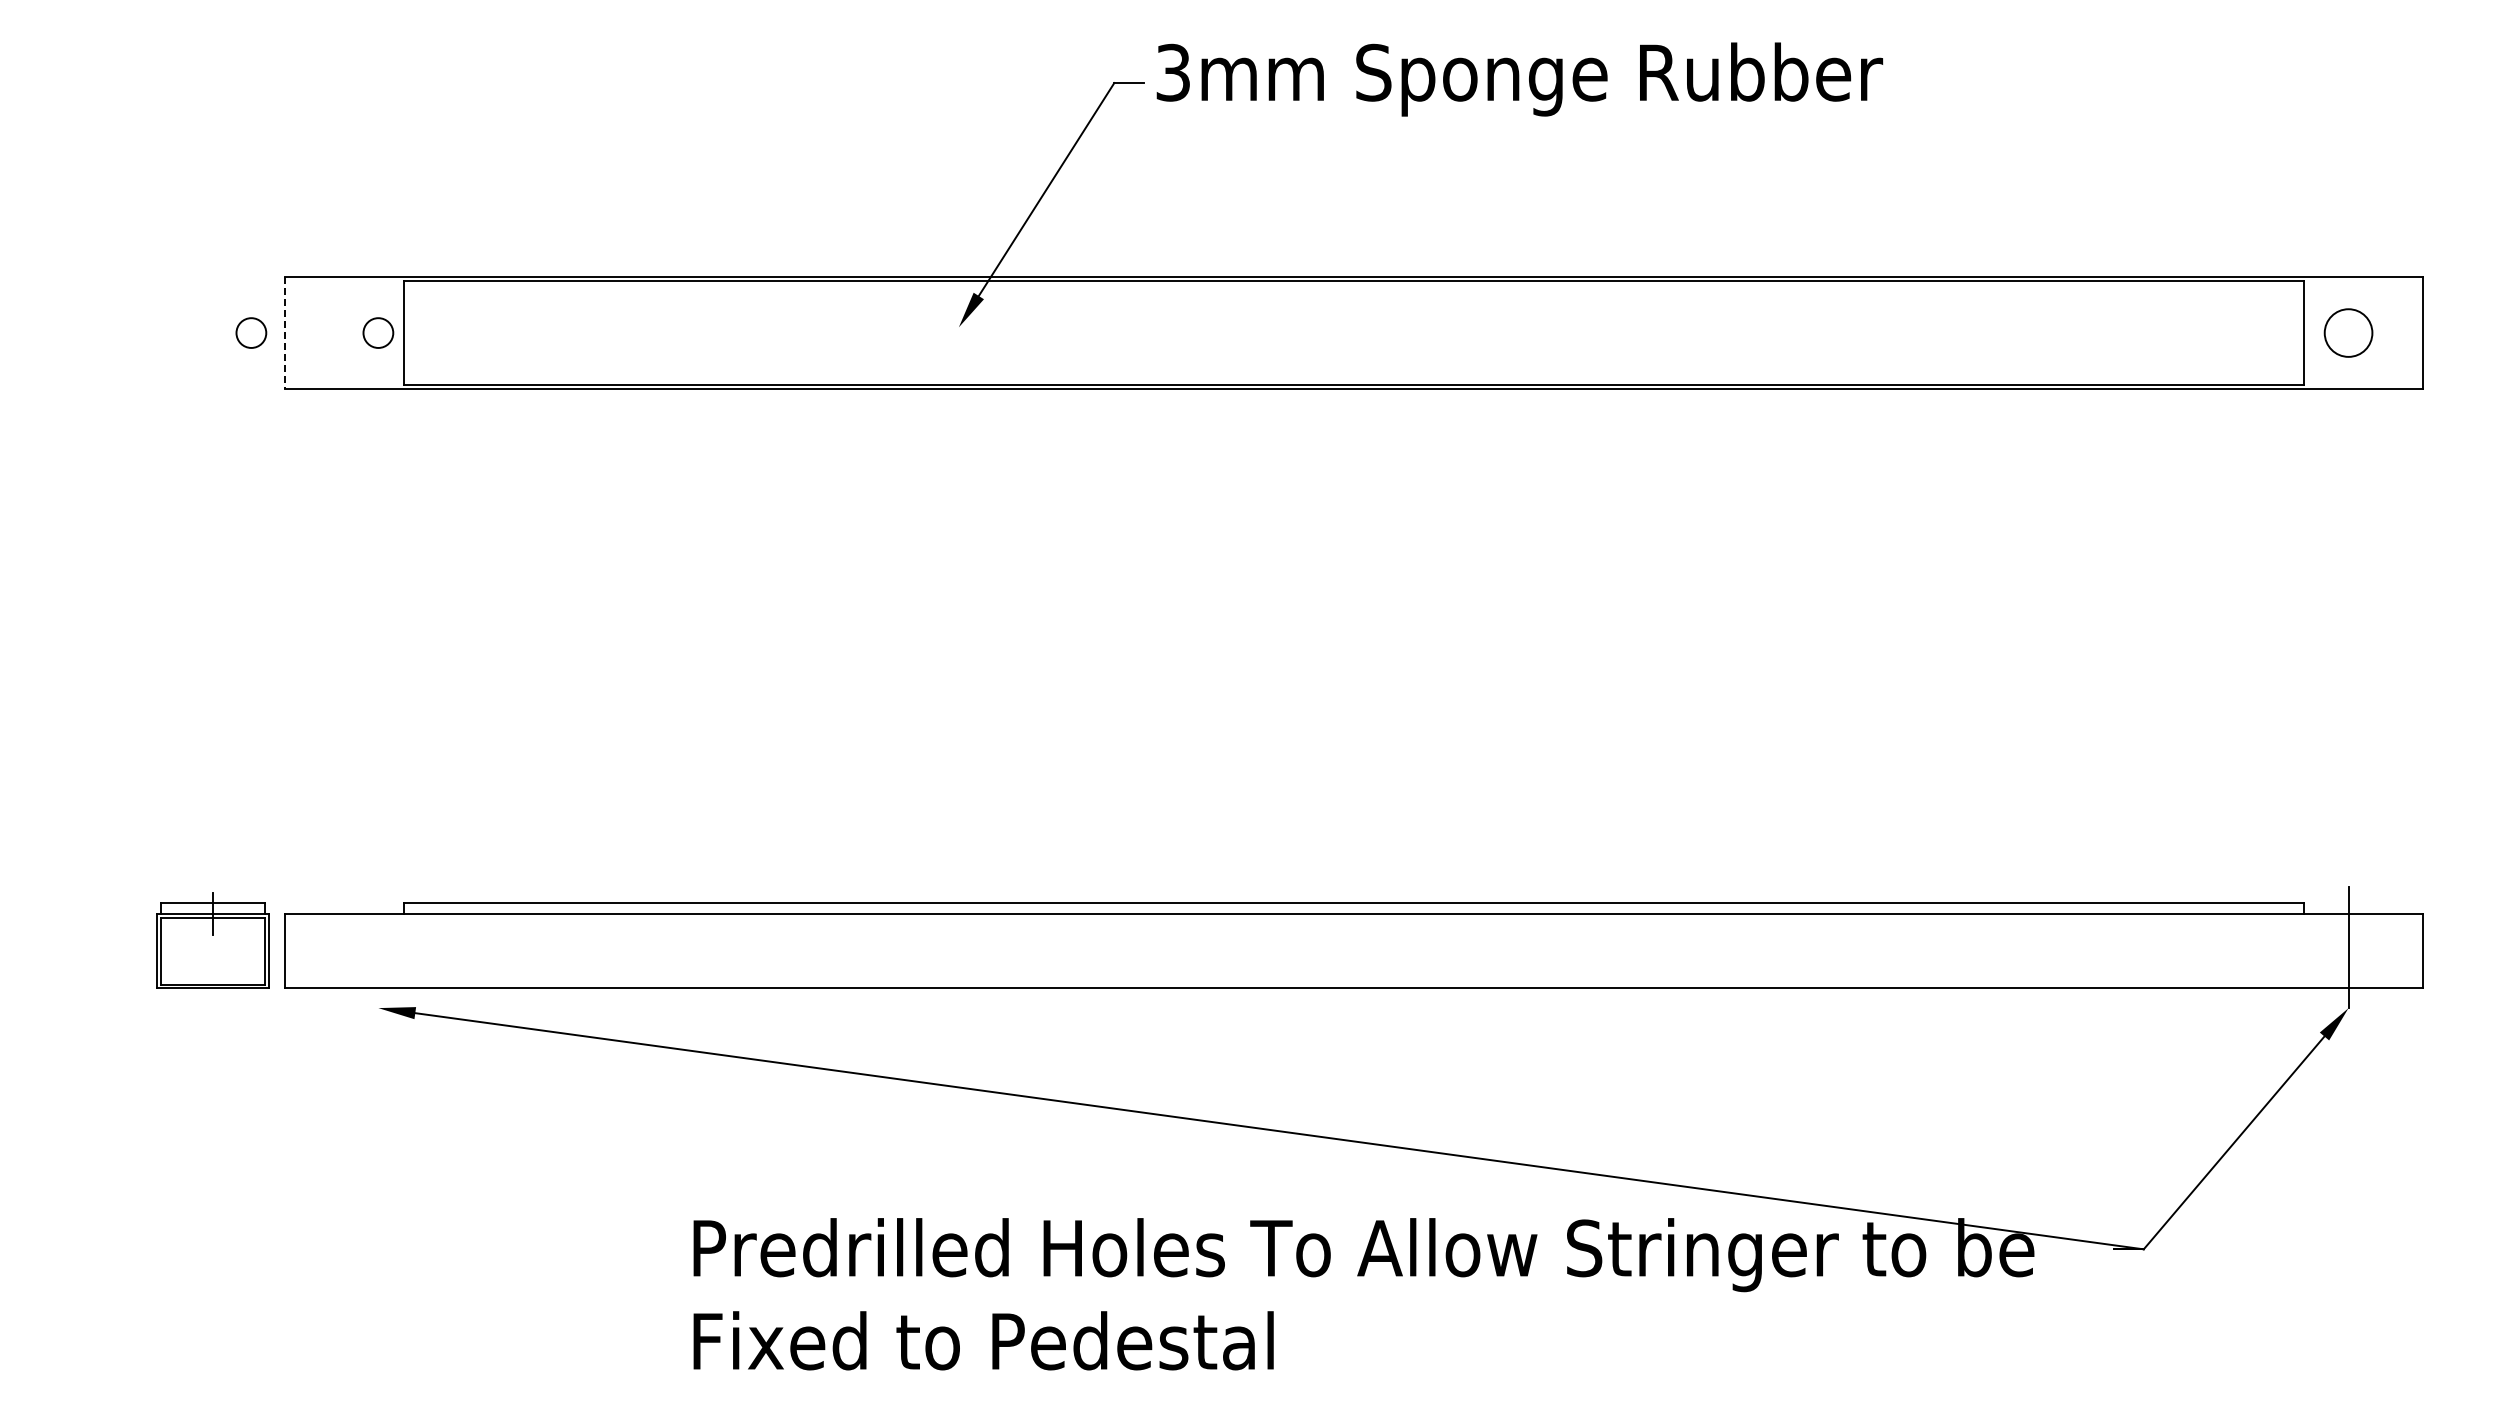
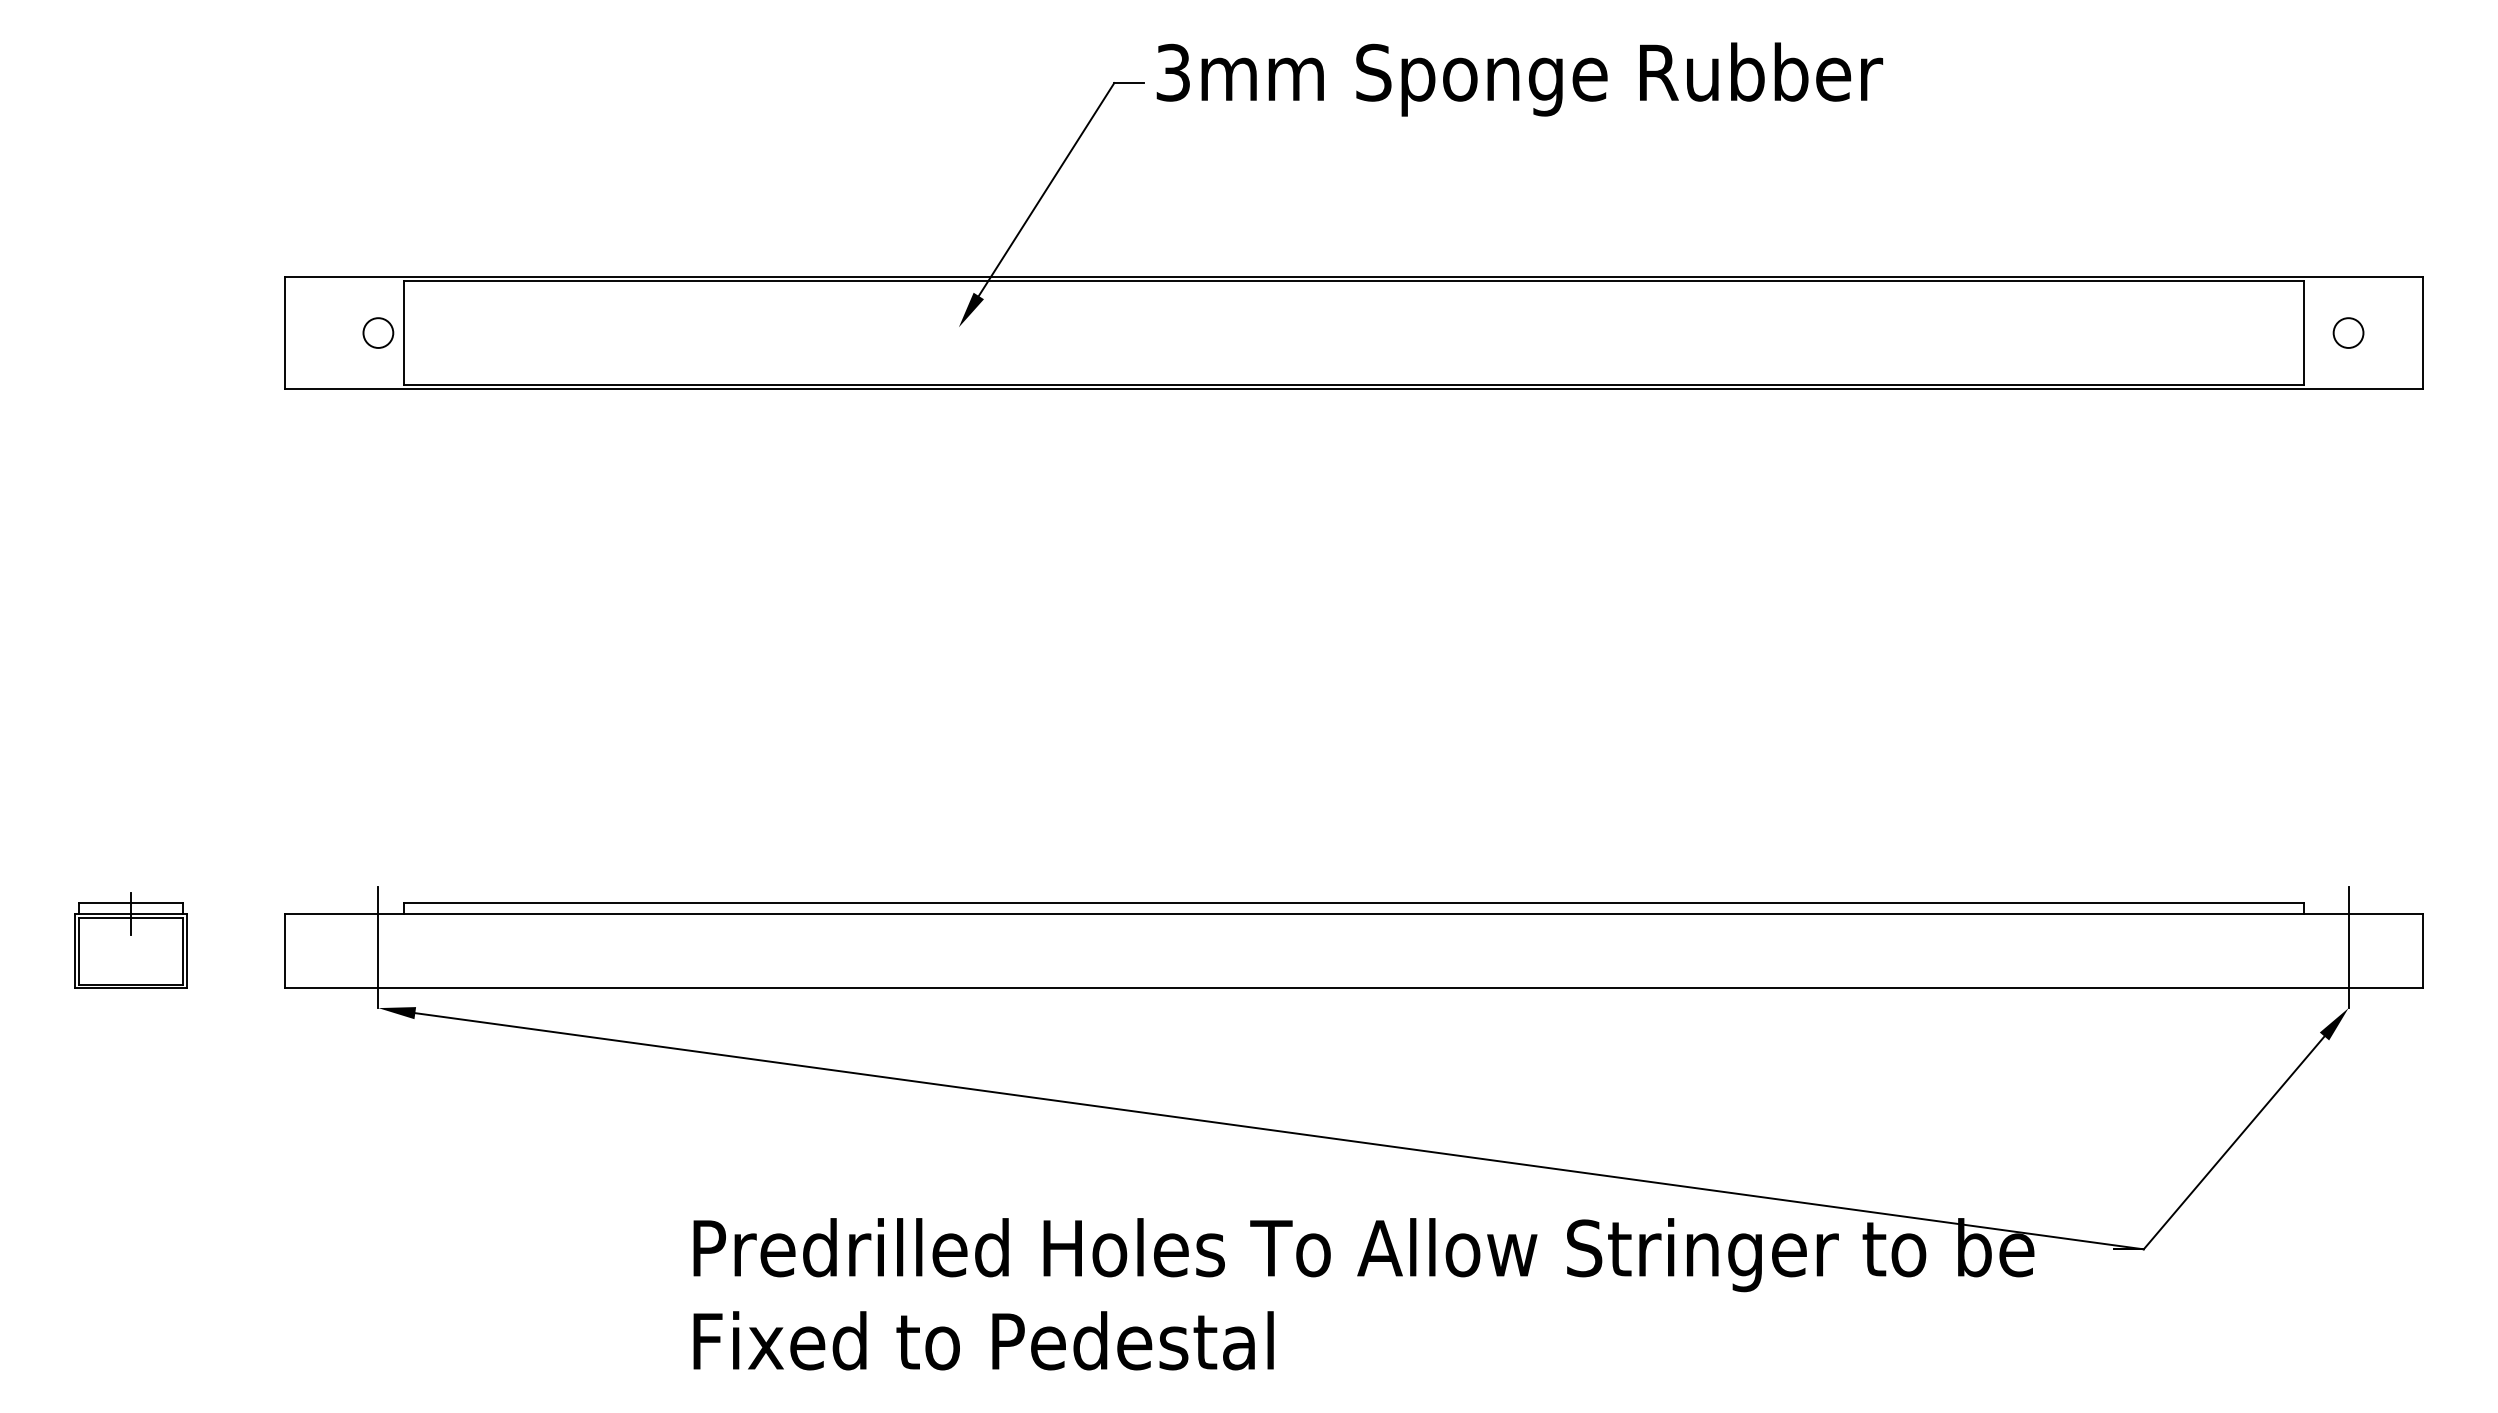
circle at (251, 332): present -> none
circle at (2348, 332) diameter: 48 px -> 30 px
line at (285, 333): dashed -> solid
part at (212, 940) position: (212, 940) -> (130, 940)
line at (378, 947): none -> present
